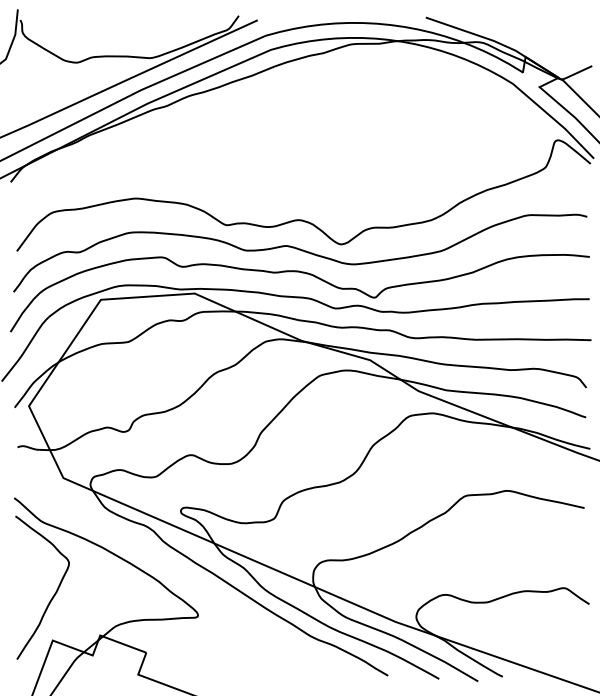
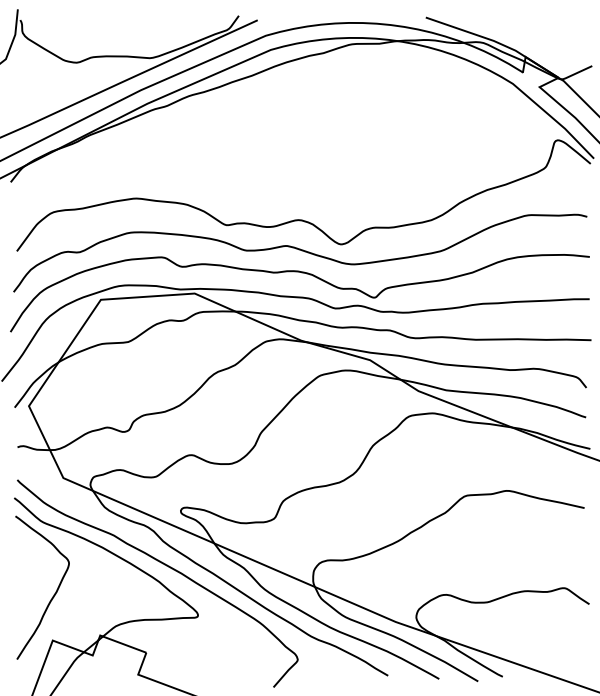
curve at (166, 566): none -> present
